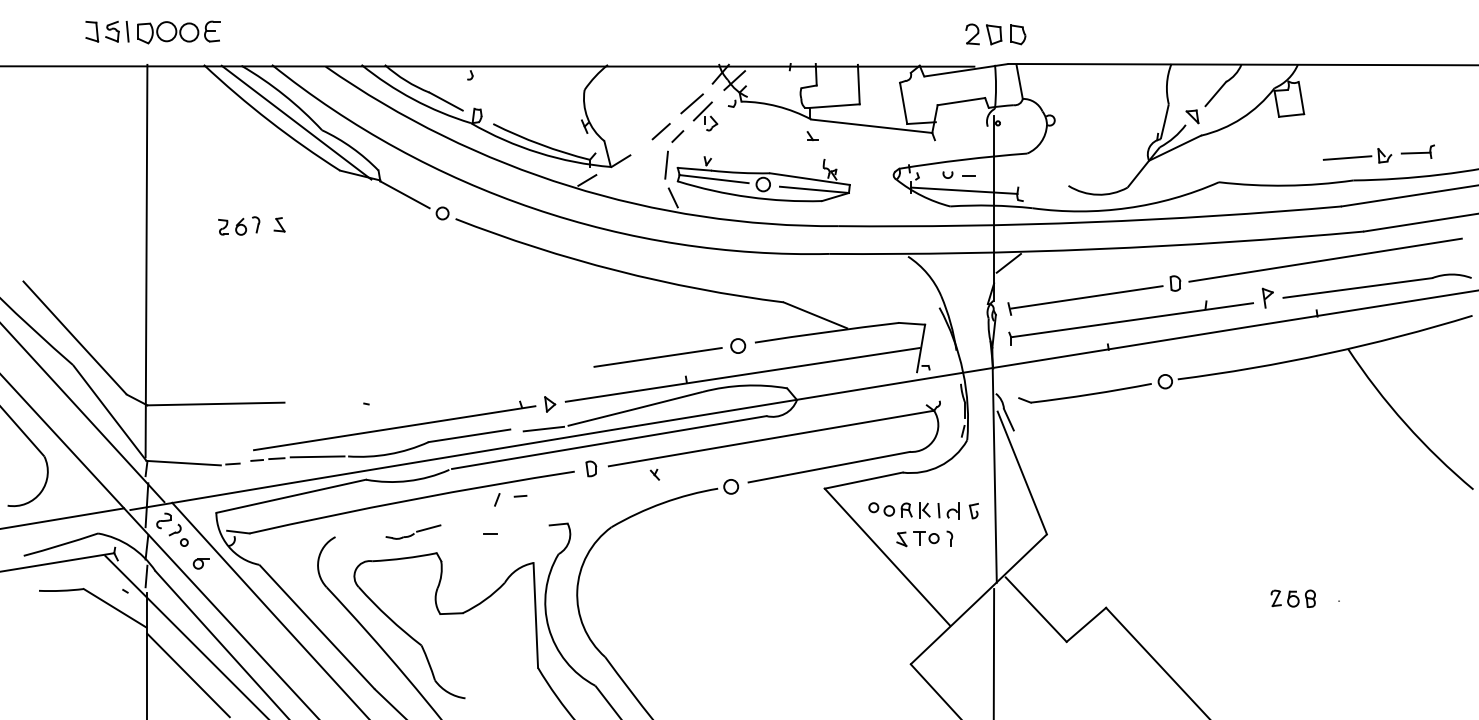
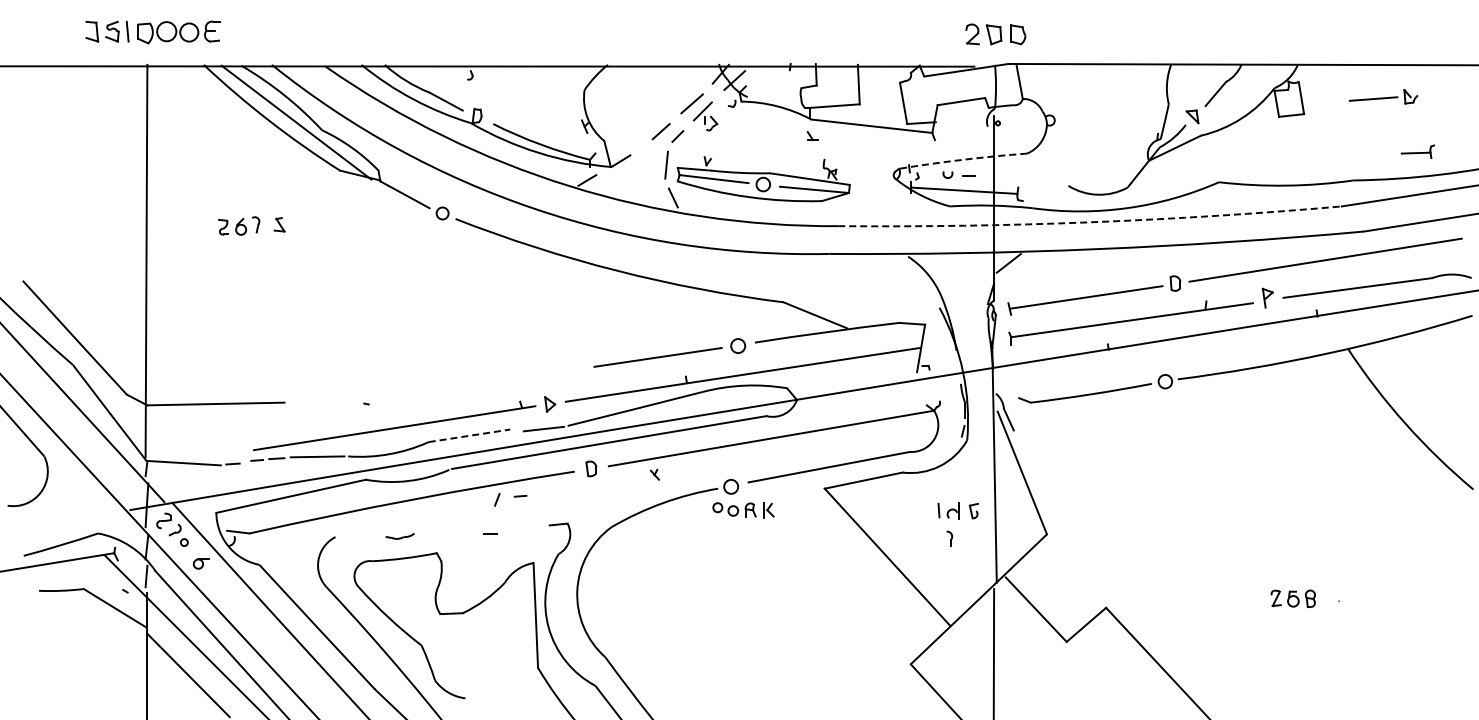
part at (1357, 155) position: (1357, 155) -> (1383, 96)
arc at (963, 159): solid -> dashed
arc at (1090, 222): solid -> dashed
line at (470, 435): solid -> dashed
part at (899, 510) position: (899, 510) -> (743, 510)
line at (63, 518): present -> none
line at (428, 528): present -> none
part at (917, 539): present -> none
